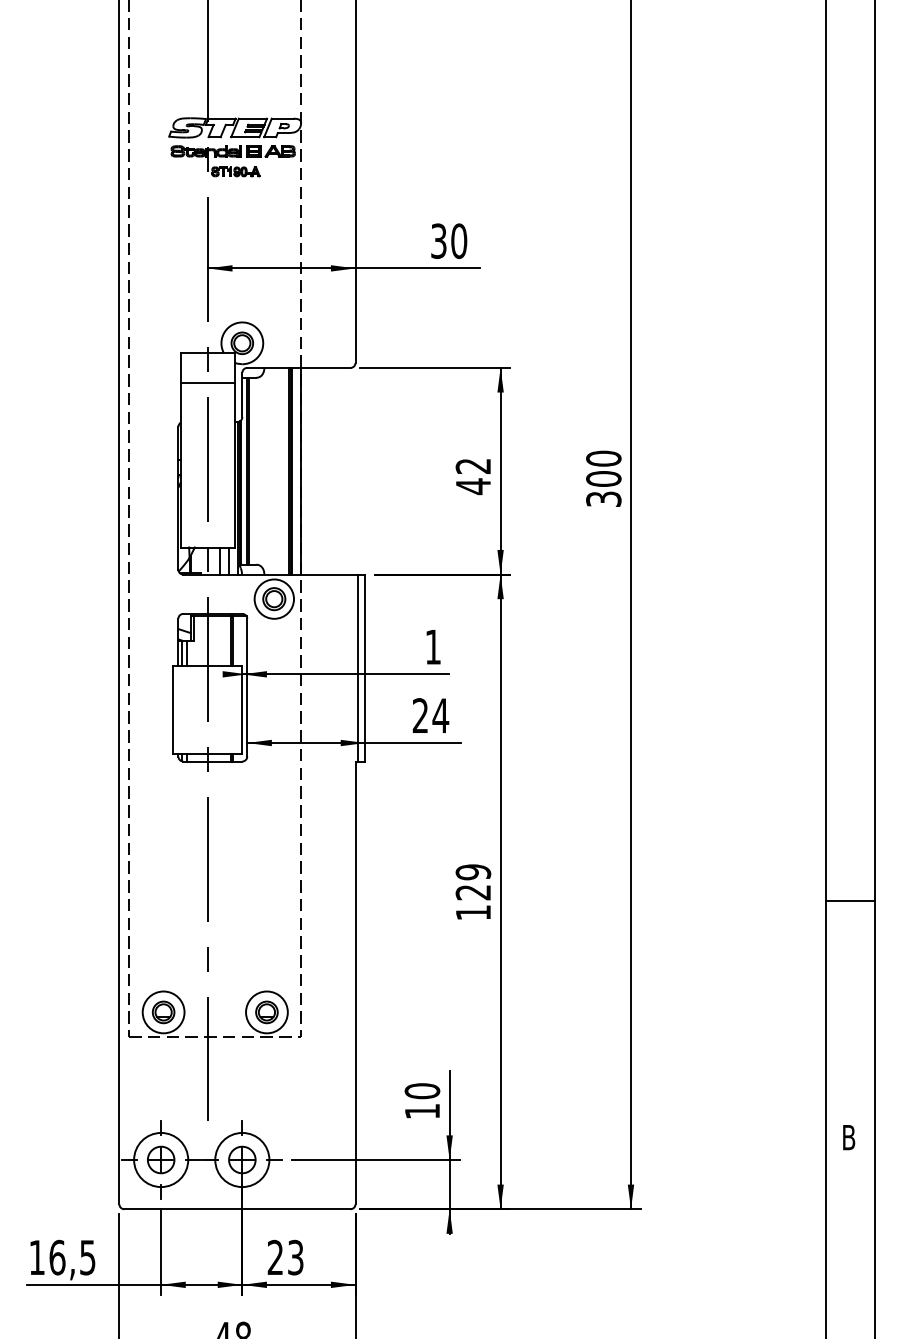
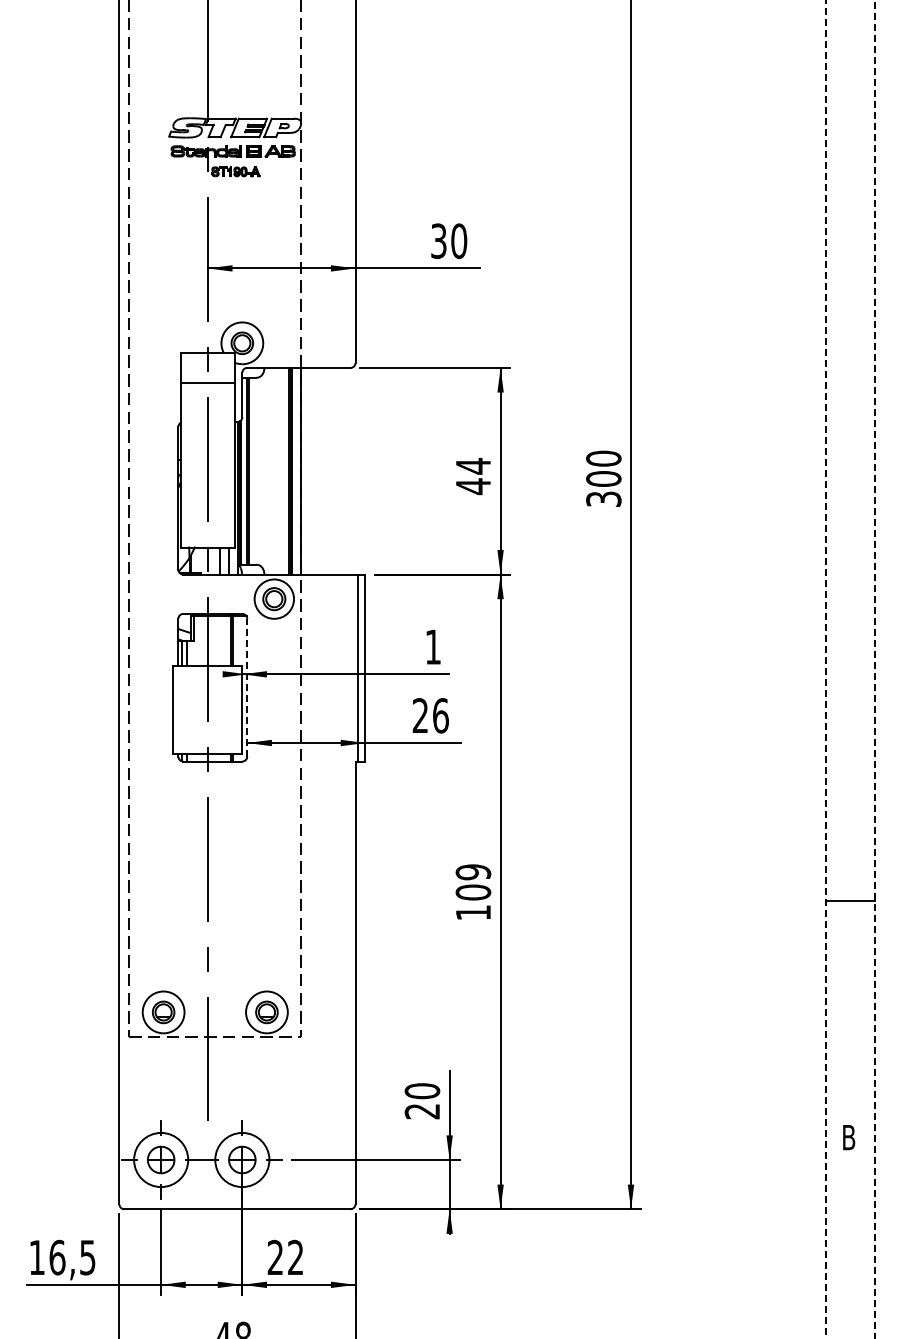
text at (472, 466): 42 -> 44
line at (825, 669): solid -> dashed
line at (874, 669): solid -> dashed
line at (247, 687): solid -> dashed
text at (440, 715): 24 -> 26
text at (473, 892): 129 -> 109
text at (421, 1111): 10 -> 20
text at (295, 1257): 23 -> 22
